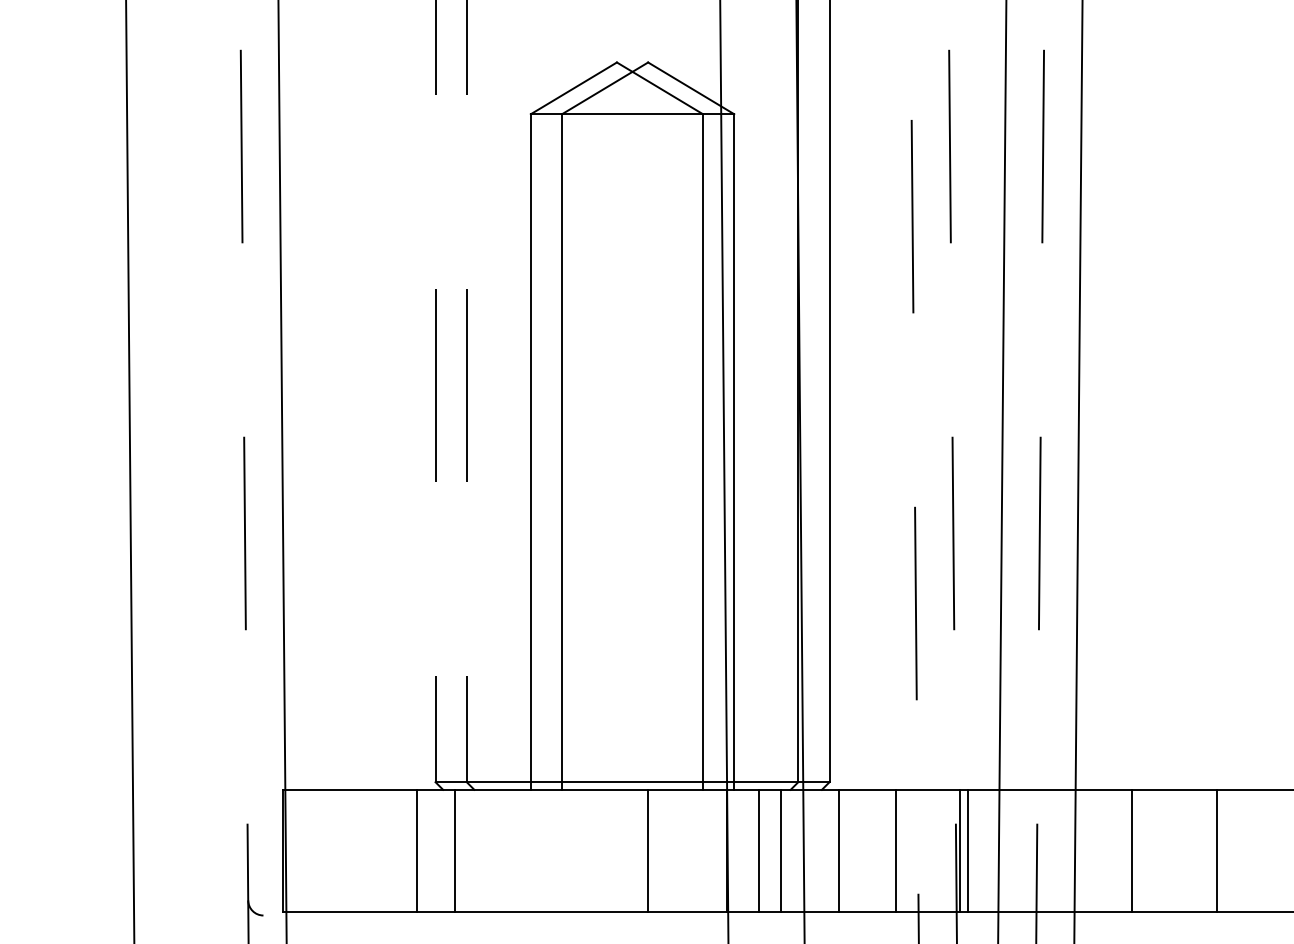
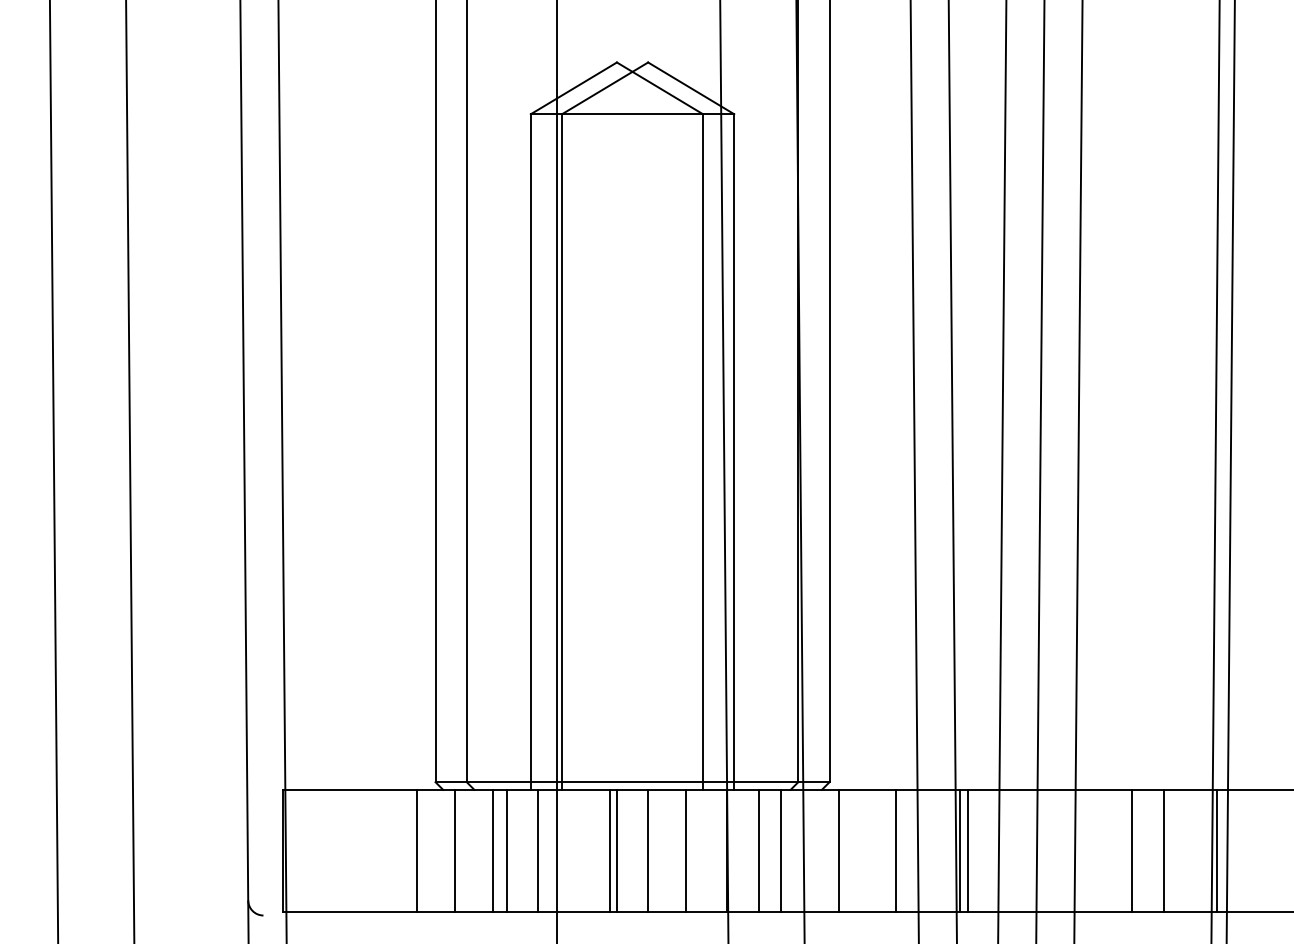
line at (435, 391): dashed -> solid
line at (466, 391): dashed -> solid
line at (53, 471): none -> present
line at (244, 471): dashed -> solid
line at (556, 471): none -> present
line at (914, 471): dashed -> solid
line at (952, 471): dashed -> solid
line at (1040, 471): dashed -> solid
line at (1215, 471): none -> present
line at (1230, 471): none -> present
line at (492, 850): none -> present
line at (506, 850): none -> present
line at (537, 850): none -> present
line at (610, 850): none -> present
line at (616, 850): none -> present
line at (686, 850): none -> present
line at (1163, 850): none -> present
